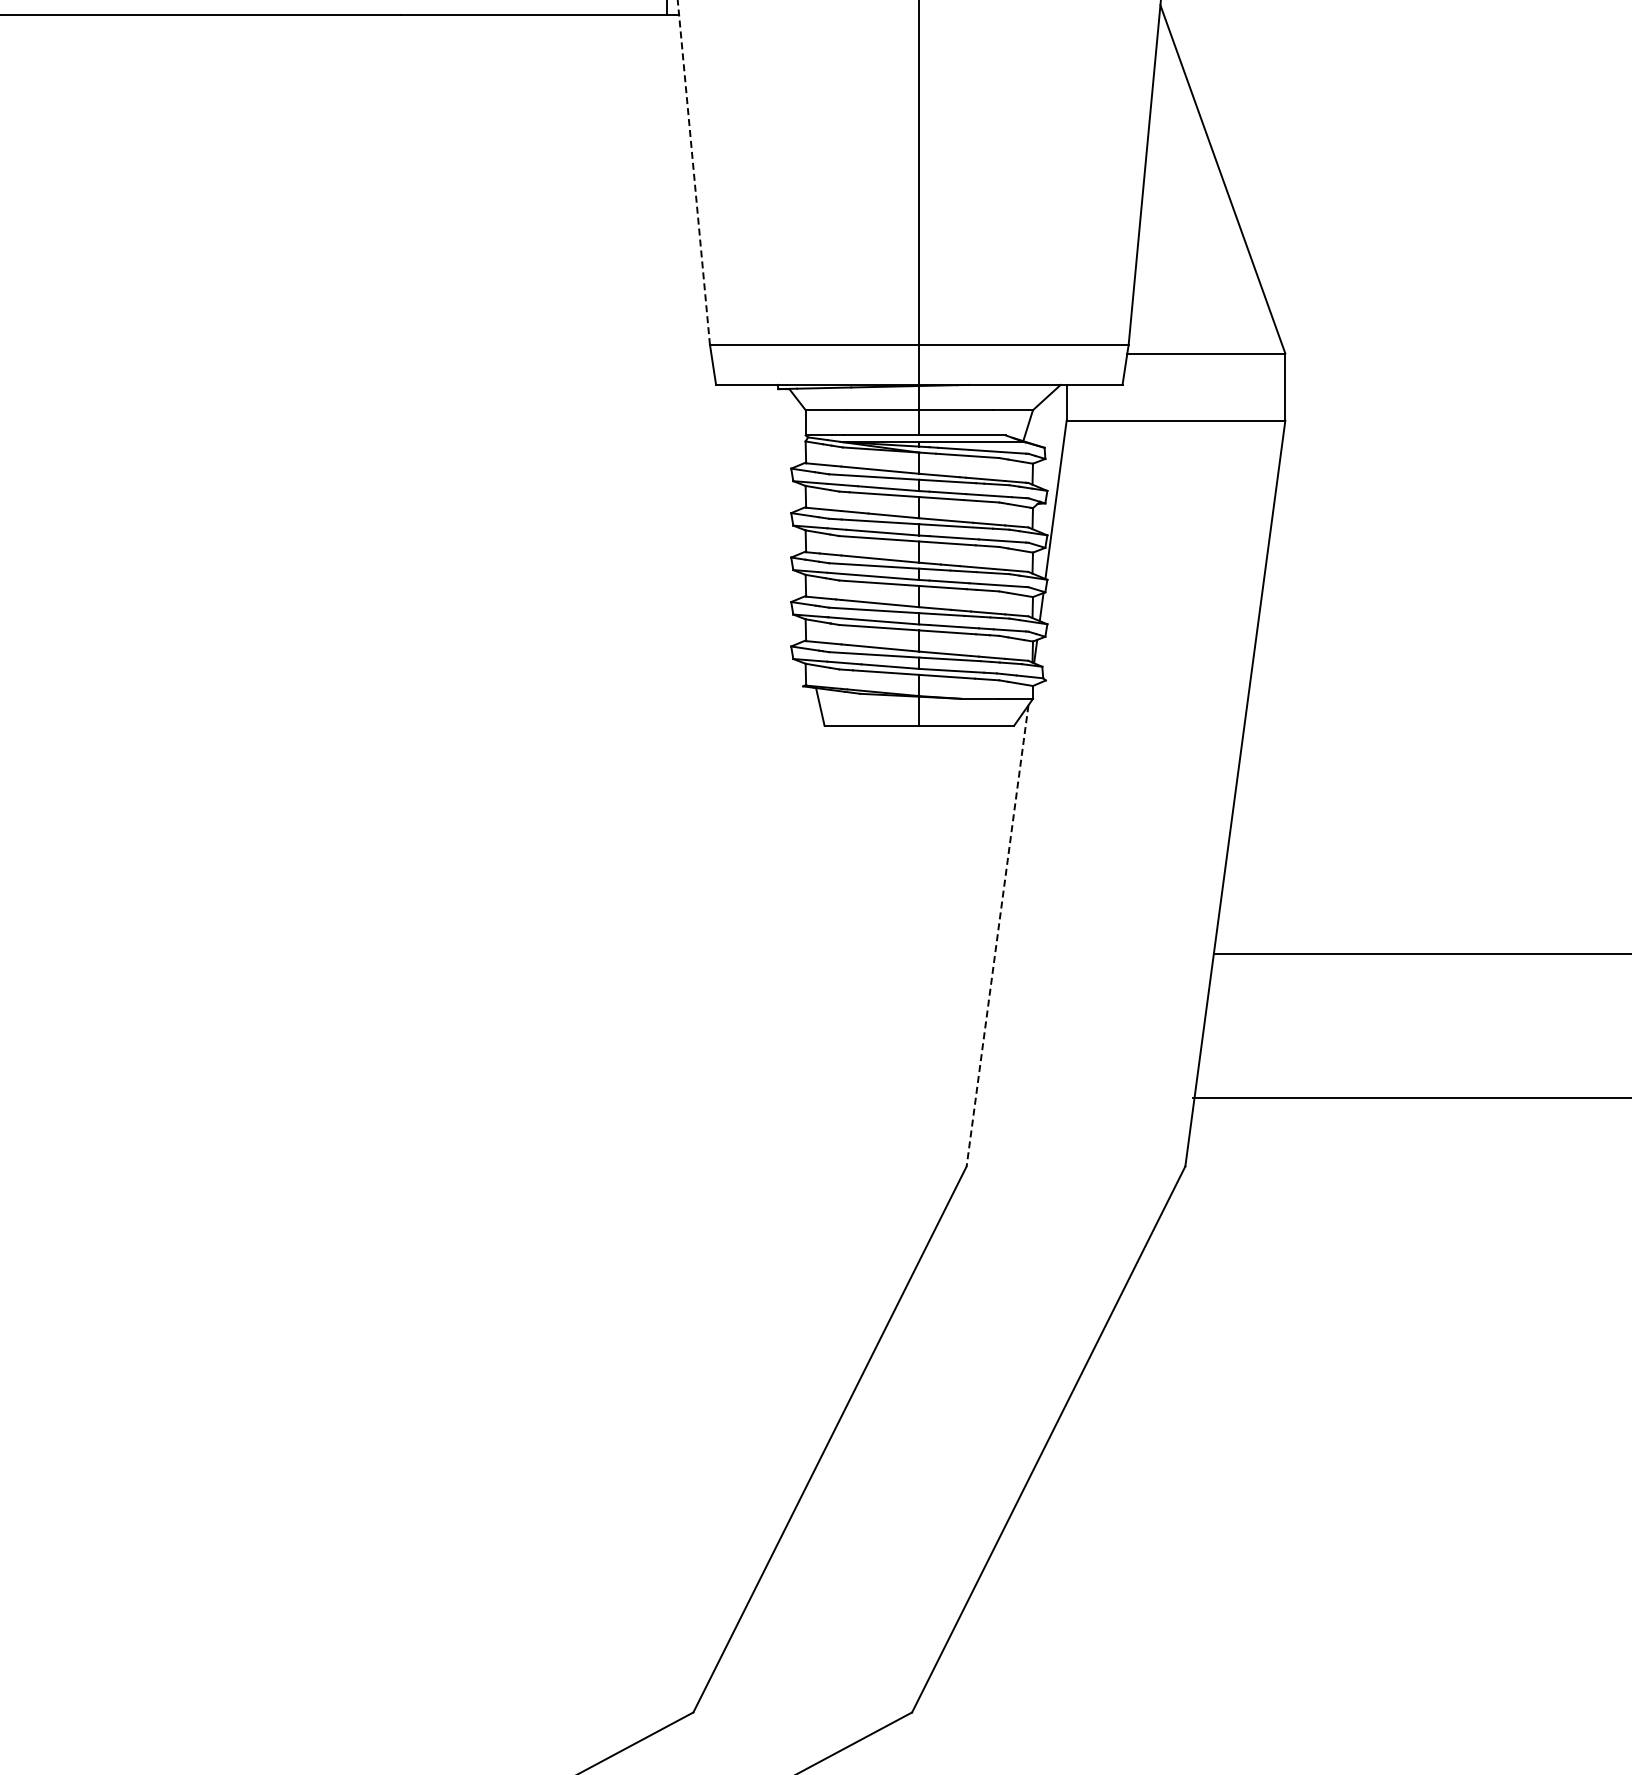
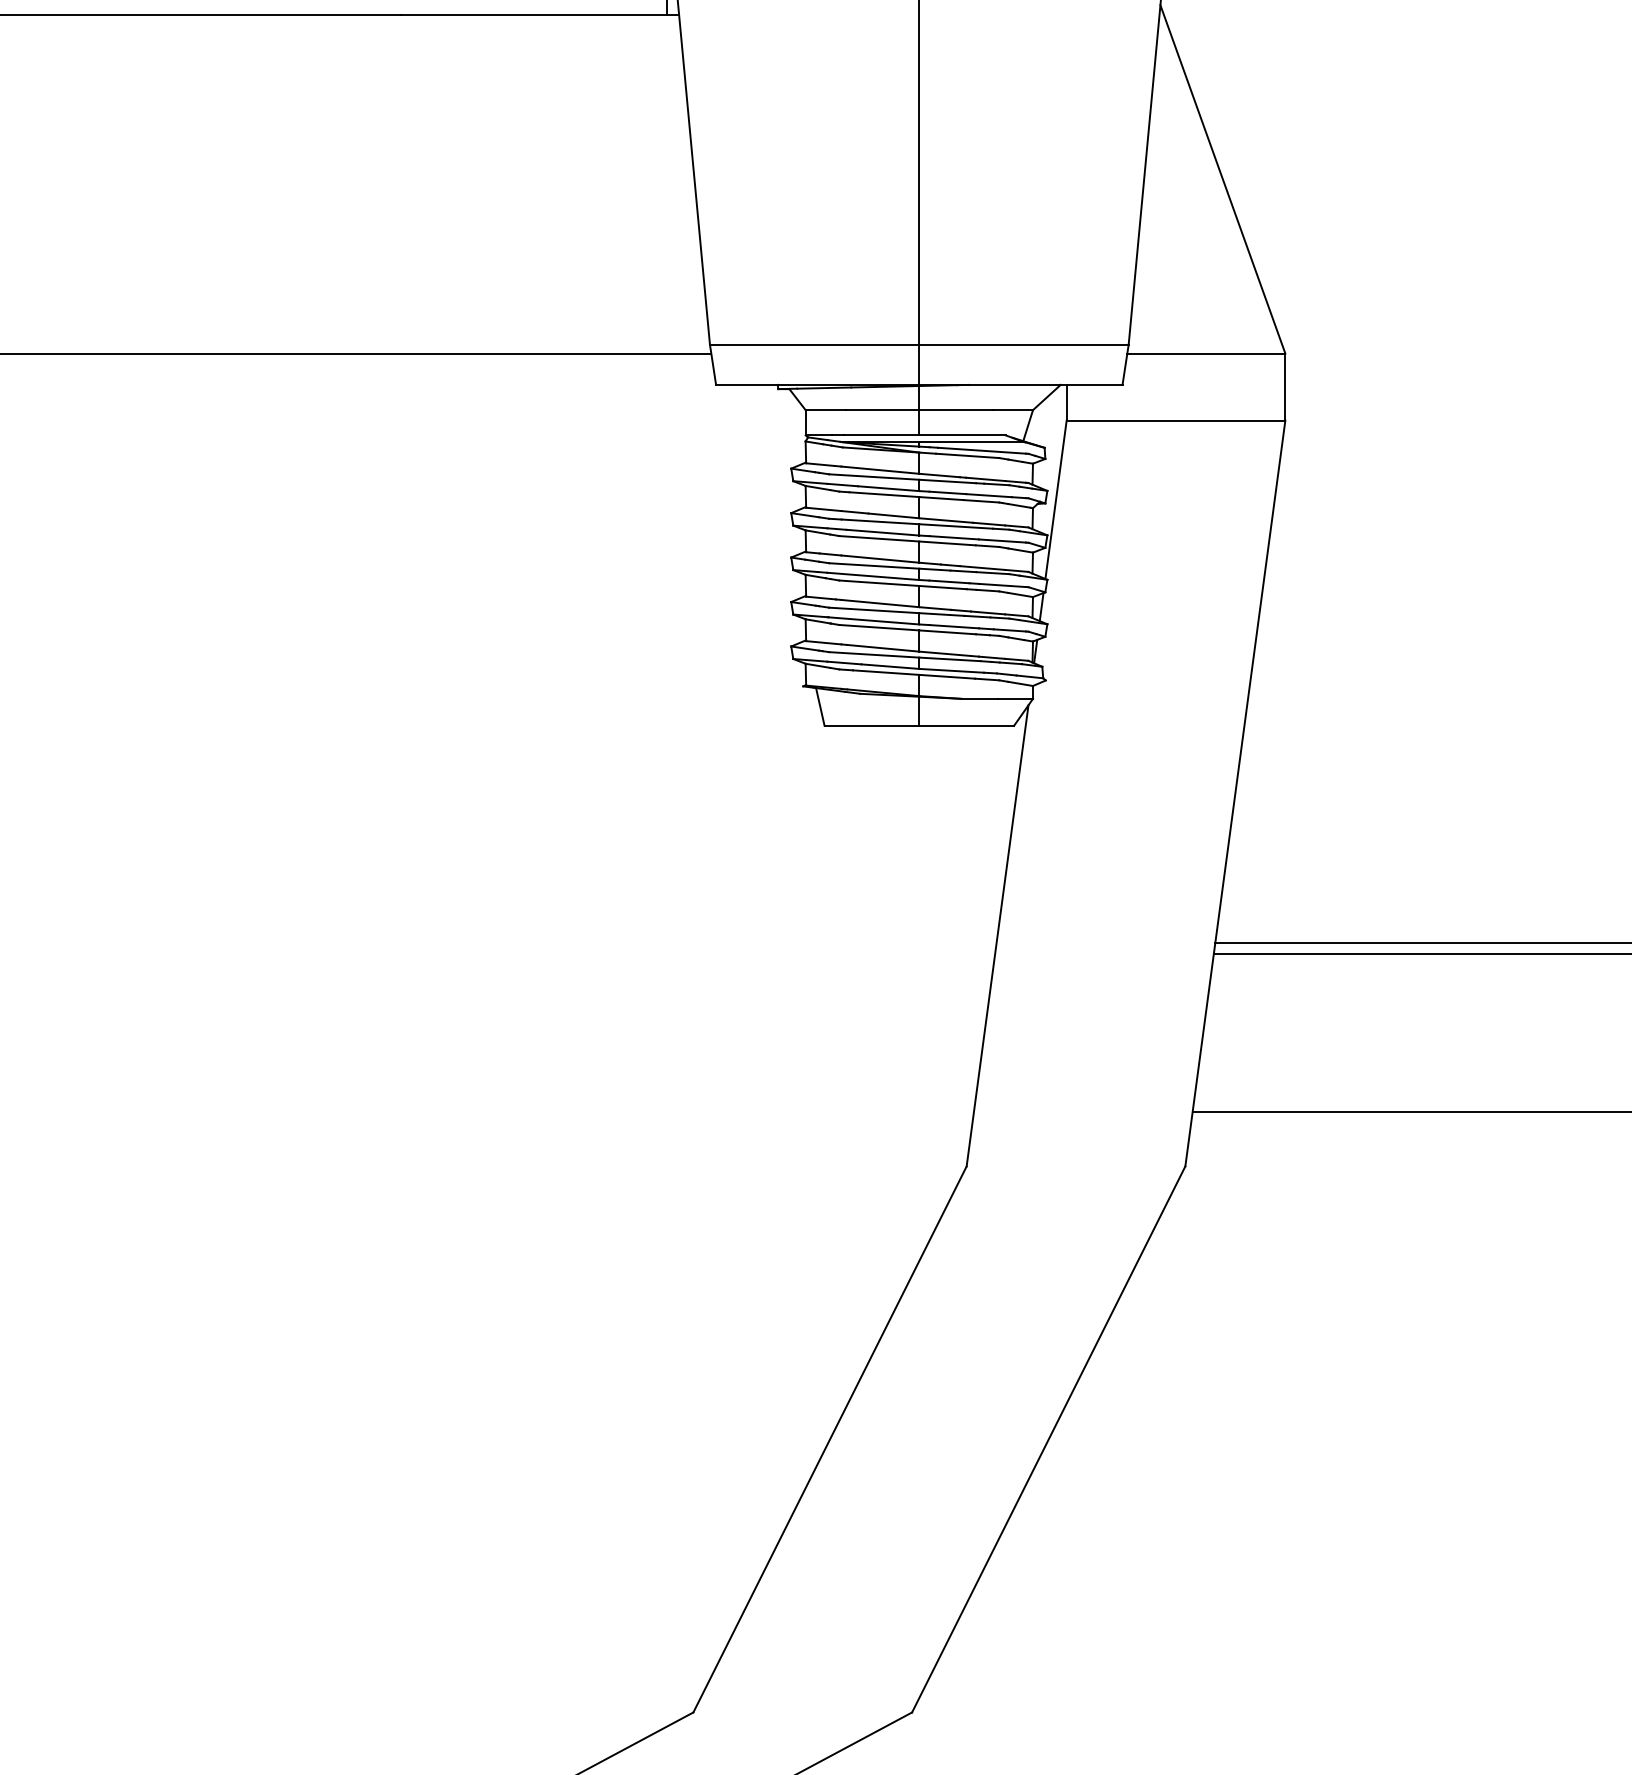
line at (693, 172): dashed -> solid
line at (356, 353): none -> present
line at (997, 935): dashed -> solid
line at (1421, 943): none -> present
line at (1410, 1098) position: (1410, 1098) -> (1410, 1112)
